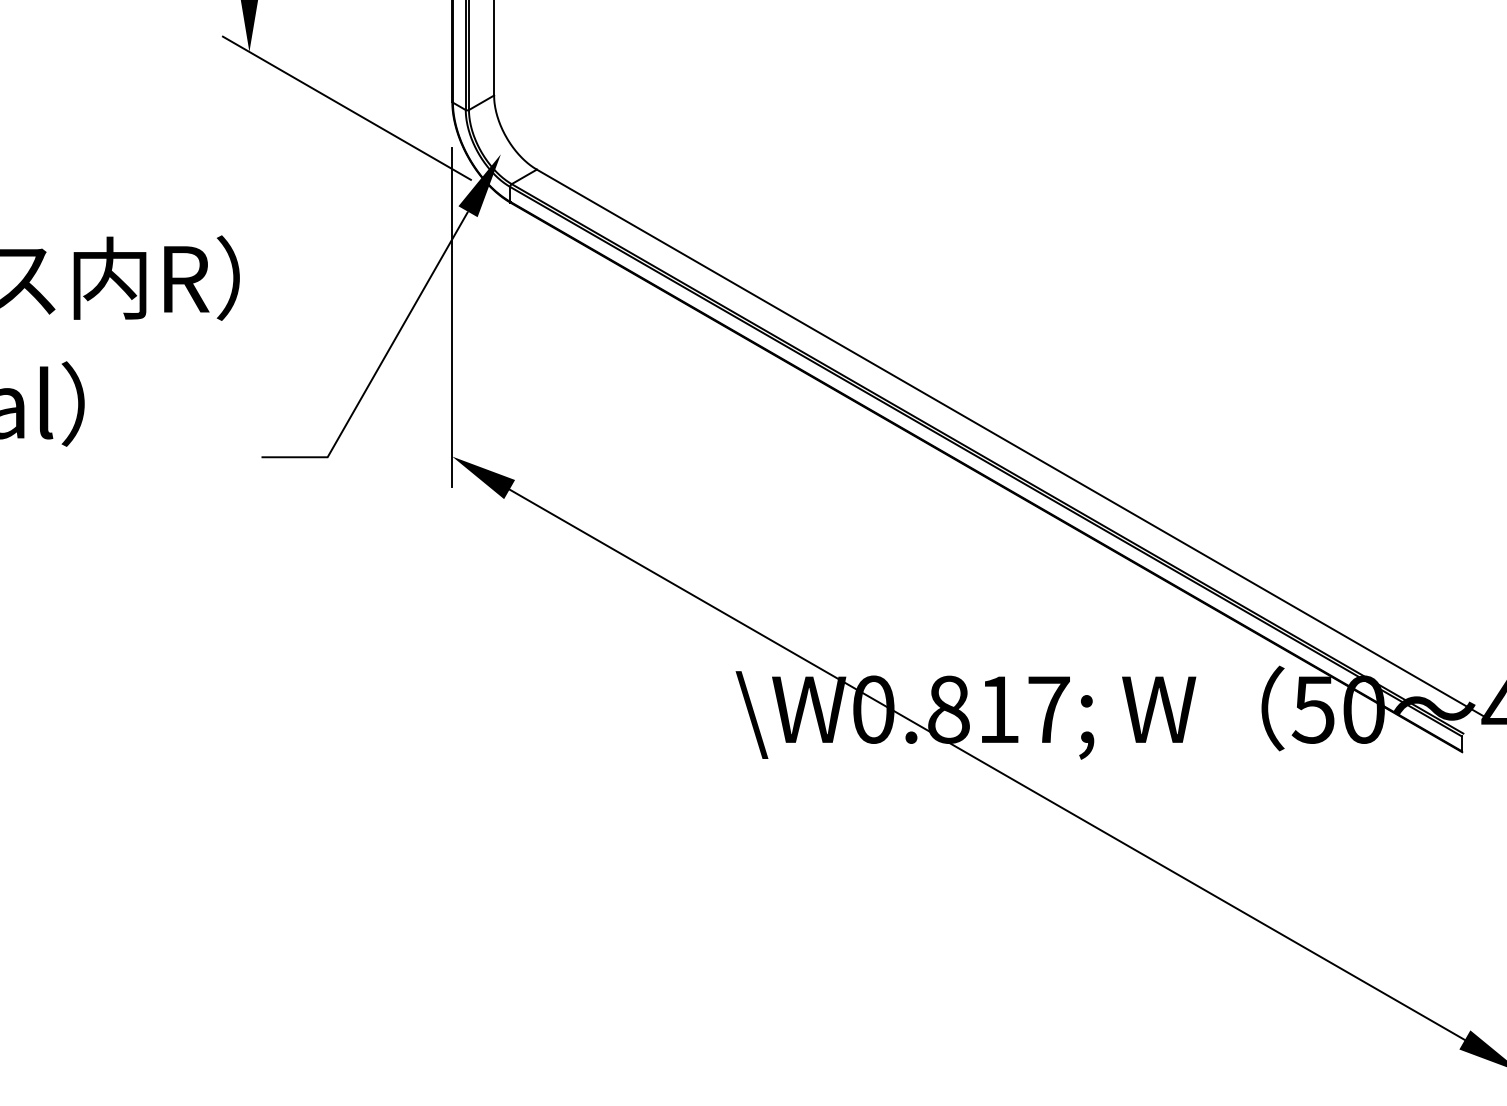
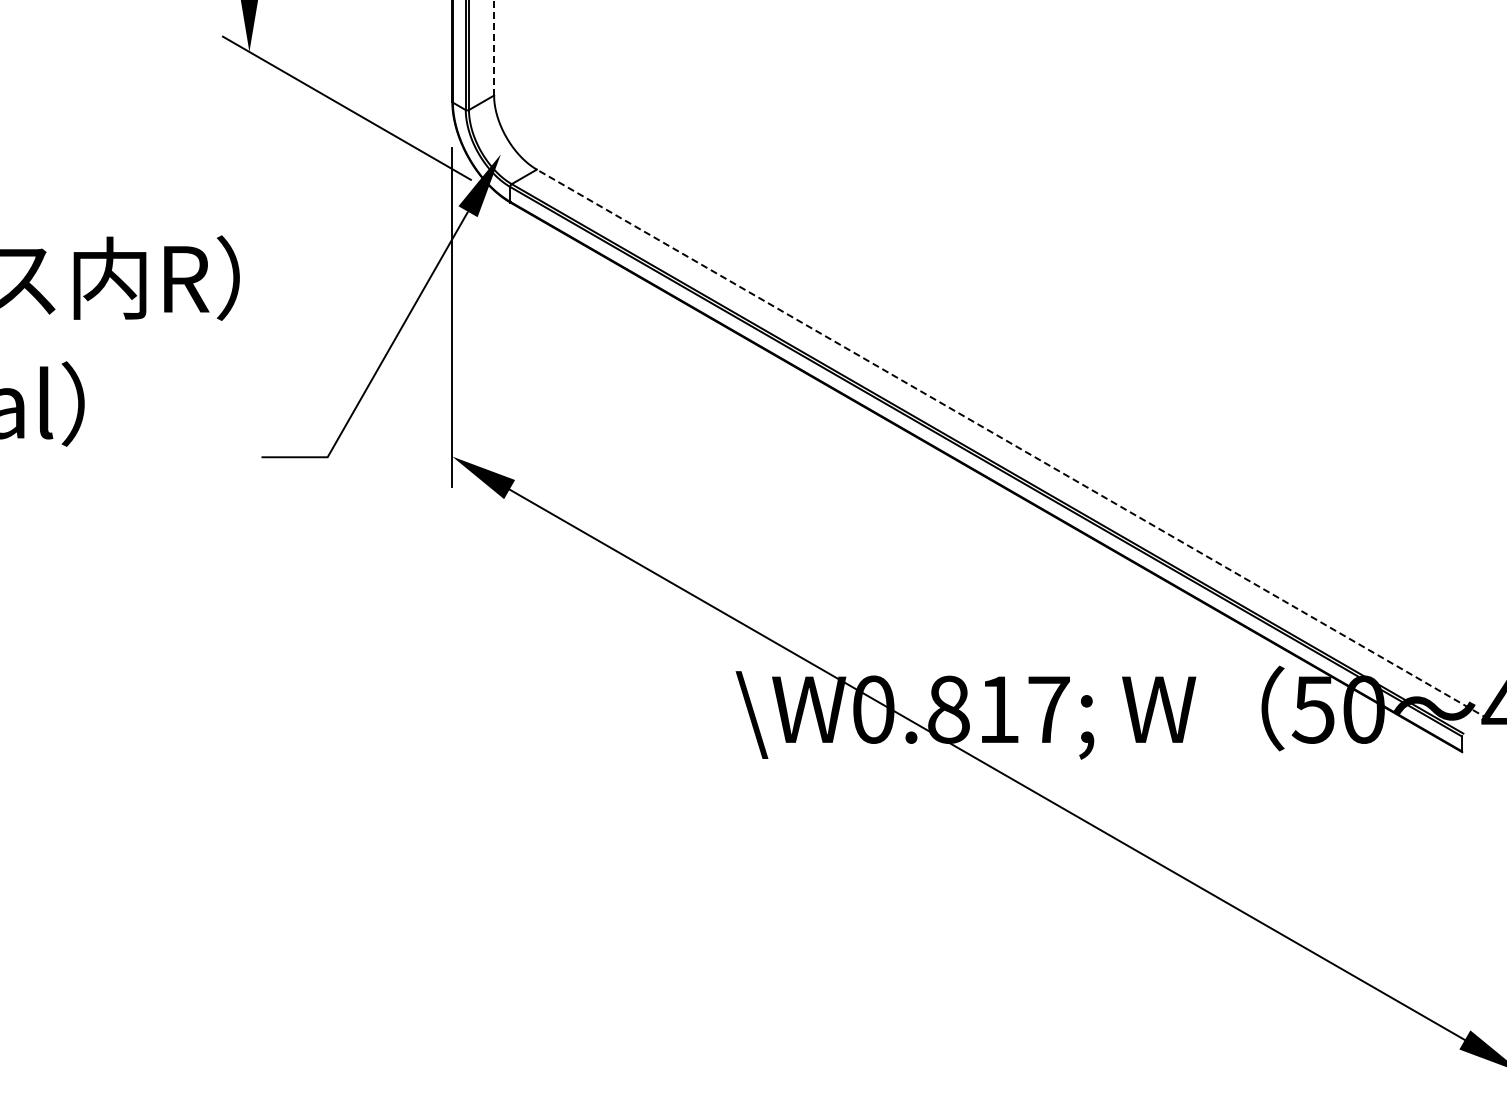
line at (494, 47): solid -> dashed
line at (1012, 444): solid -> dashed
